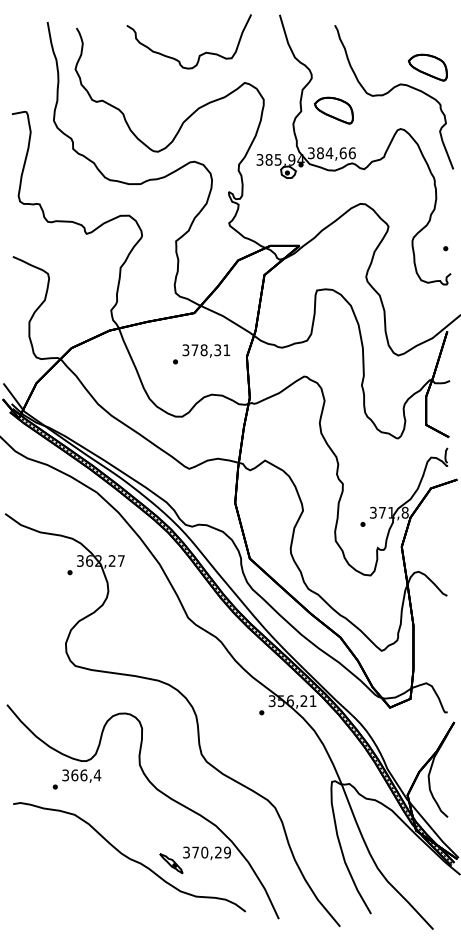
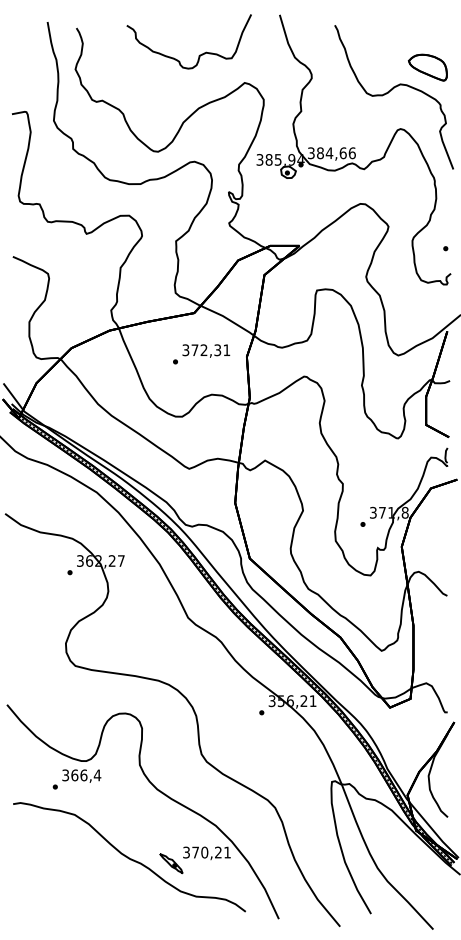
part at (333, 110): present -> none
text at (203, 350): 378,31 -> 372,31
text at (227, 852): 370,29 -> 370,21
